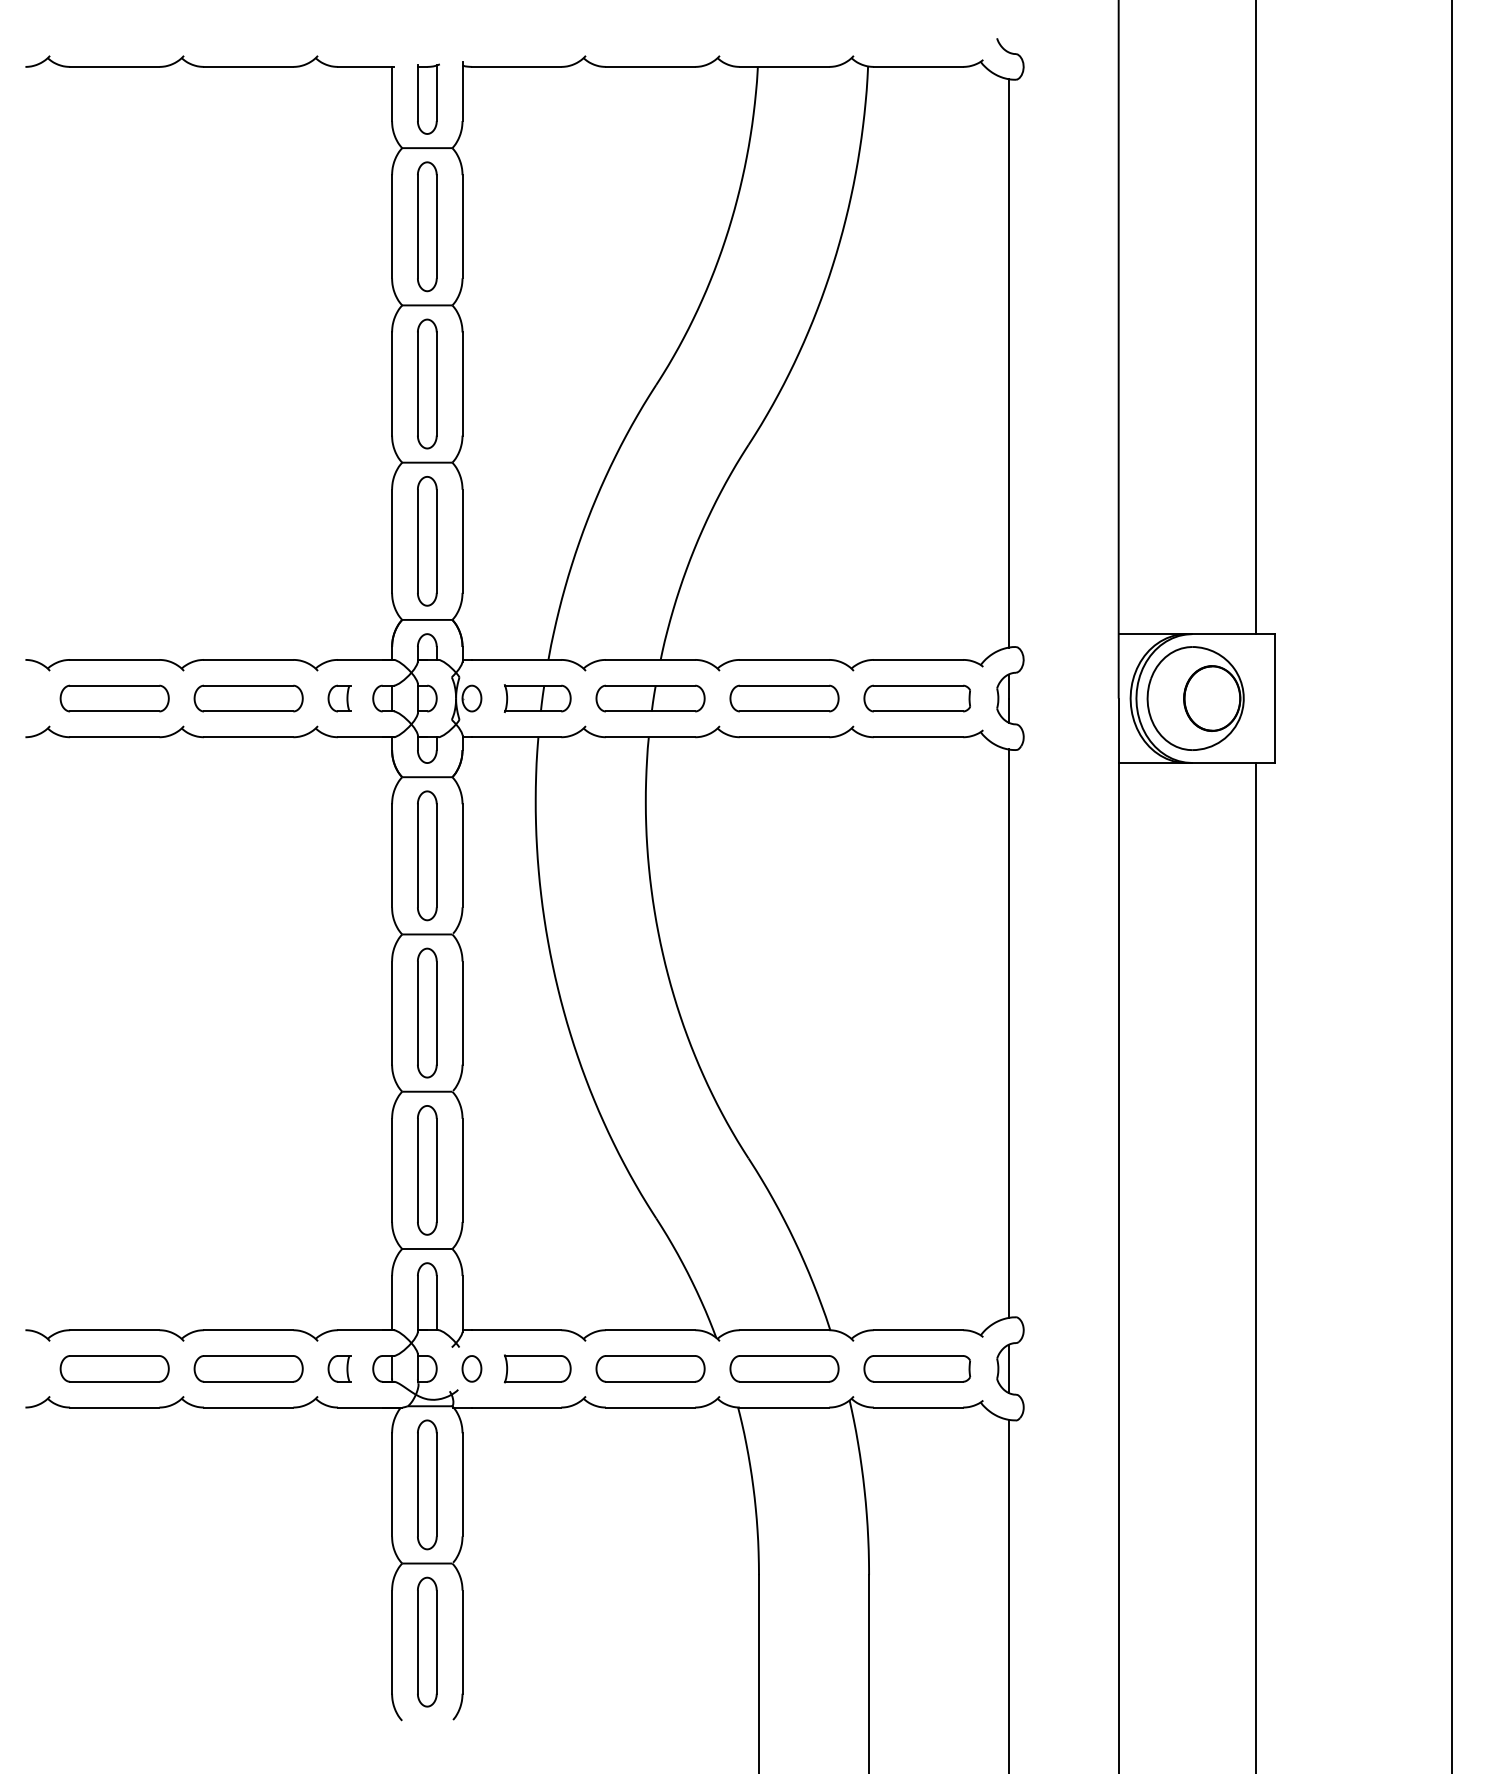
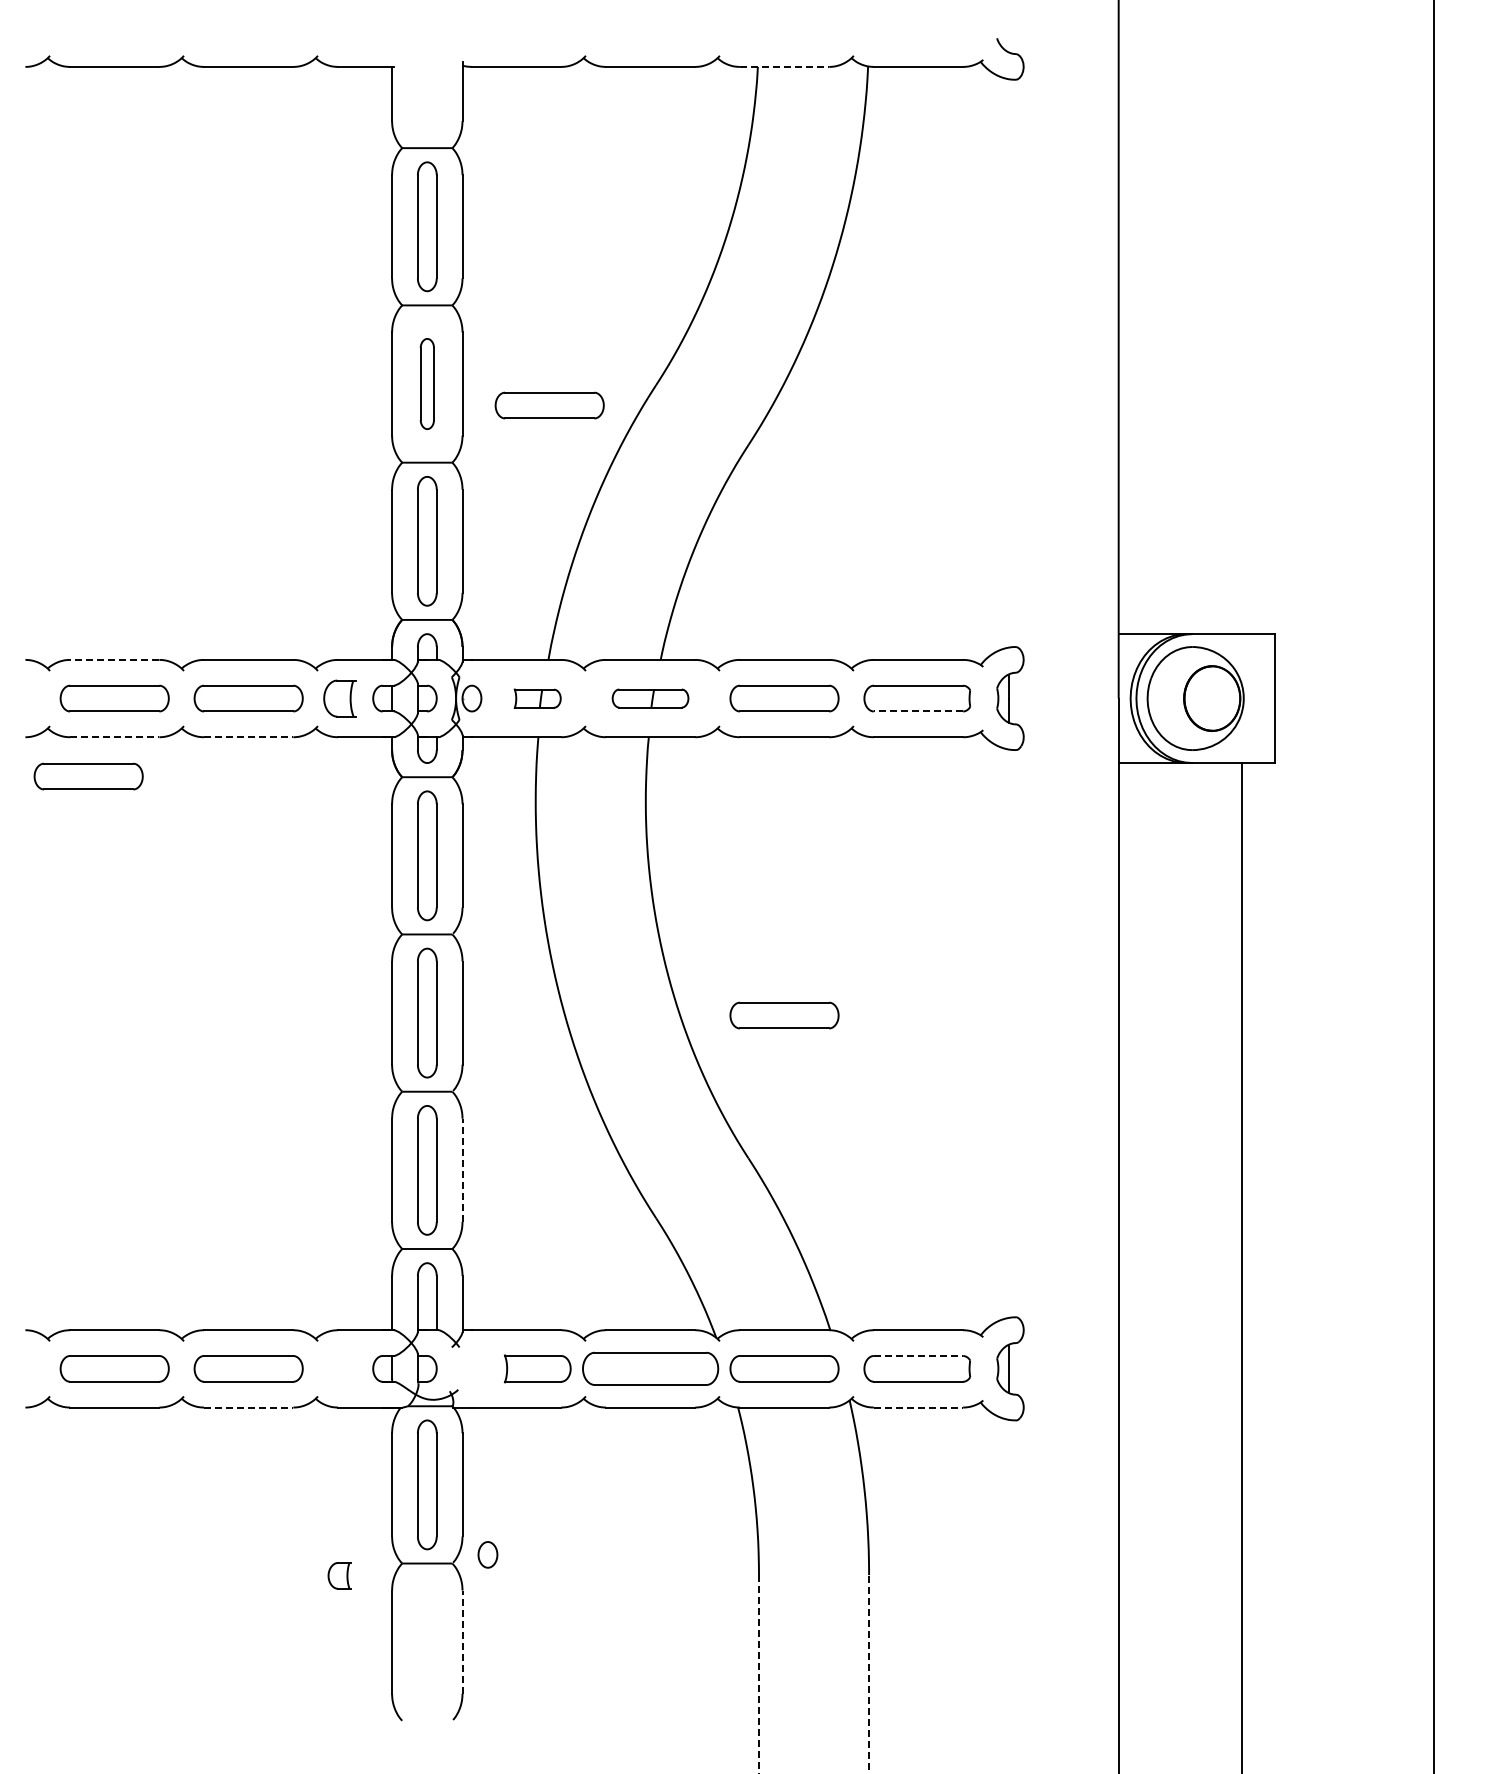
line at (784, 66): solid -> dashed
part at (428, 98): present -> none
line at (1255, 318): present -> none
line at (1008, 363): present -> none
part at (427, 383) size: 21x132 px -> 16x92 px
part at (549, 405): none -> present
line at (114, 659): solid -> dashed
part at (339, 698) size: 25x29 px -> 34x39 px
part at (537, 698) size: 69x30 px -> 49x21 px
part at (650, 698) size: 111x29 px -> 79x21 px
line at (918, 711): solid -> dashed
line at (114, 737): solid -> dashed
line at (248, 737): solid -> dashed
part at (88, 776): none -> present
line at (1452, 886) position: (1452, 886) -> (1434, 886)
part at (784, 1015): none -> present
line at (1008, 1033): present -> none
line at (462, 1170): solid -> dashed
line at (1255, 1266) position: (1255, 1266) -> (1241, 1266)
line at (918, 1355): solid -> dashed
part at (339, 1368) position: (339, 1368) -> (339, 1575)
part at (471, 1368) position: (471, 1368) -> (487, 1554)
part at (650, 1368) size: 111x28 px -> 138x35 px
line at (248, 1407): solid -> dashed
line at (918, 1407): solid -> dashed
line at (1008, 1594): present -> none
part at (427, 1641): present -> none
line at (462, 1642): solid -> dashed
line at (759, 1674): solid -> dashed
line at (869, 1674): solid -> dashed
